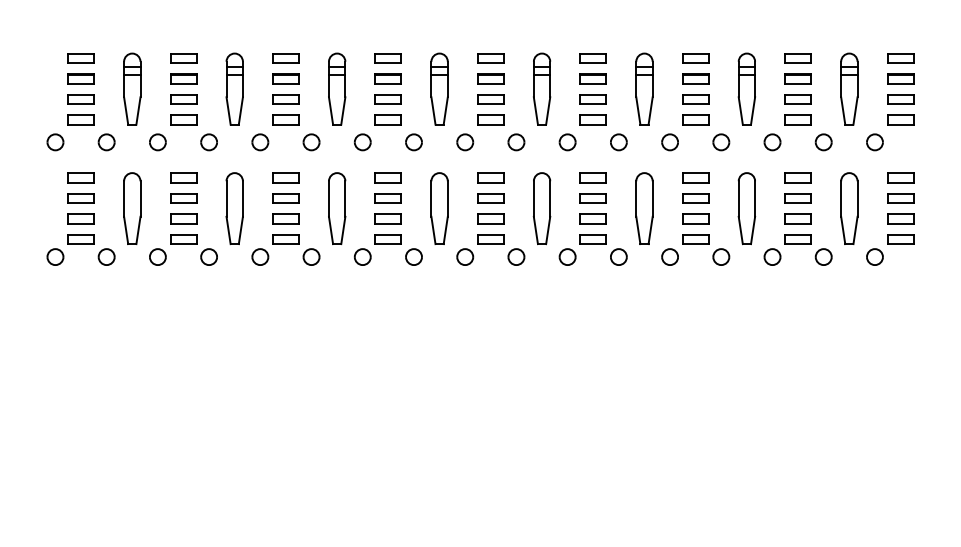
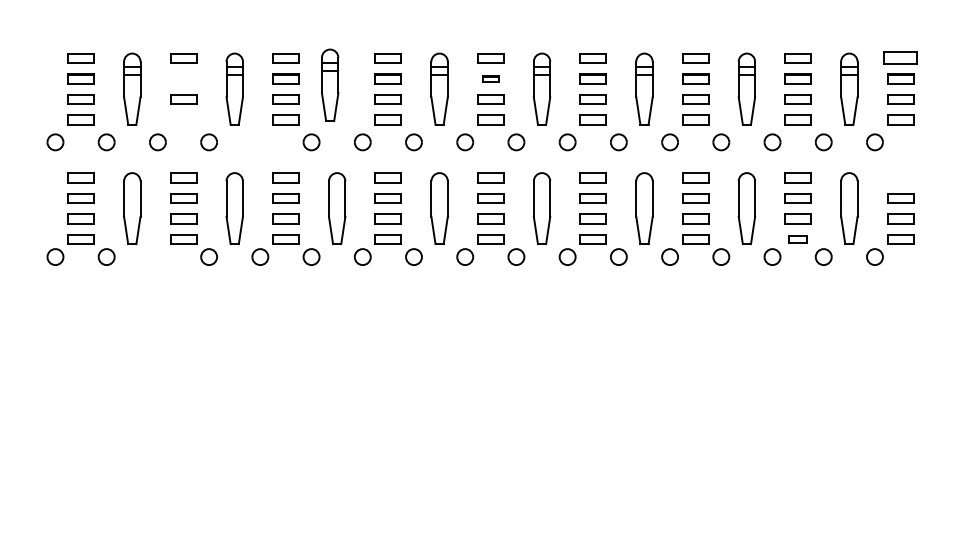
part at (900, 58) size: 28x11 px -> 35x14 px
part at (183, 78): present -> none
part at (490, 78) size: 28x12 px -> 18x8 px
part at (337, 88) position: (337, 88) -> (330, 84)
part at (183, 119): present -> none
part at (260, 142): present -> none
part at (900, 177): present -> none
part at (797, 239) size: 28x11 px -> 20x9 px
part at (157, 256): present -> none
